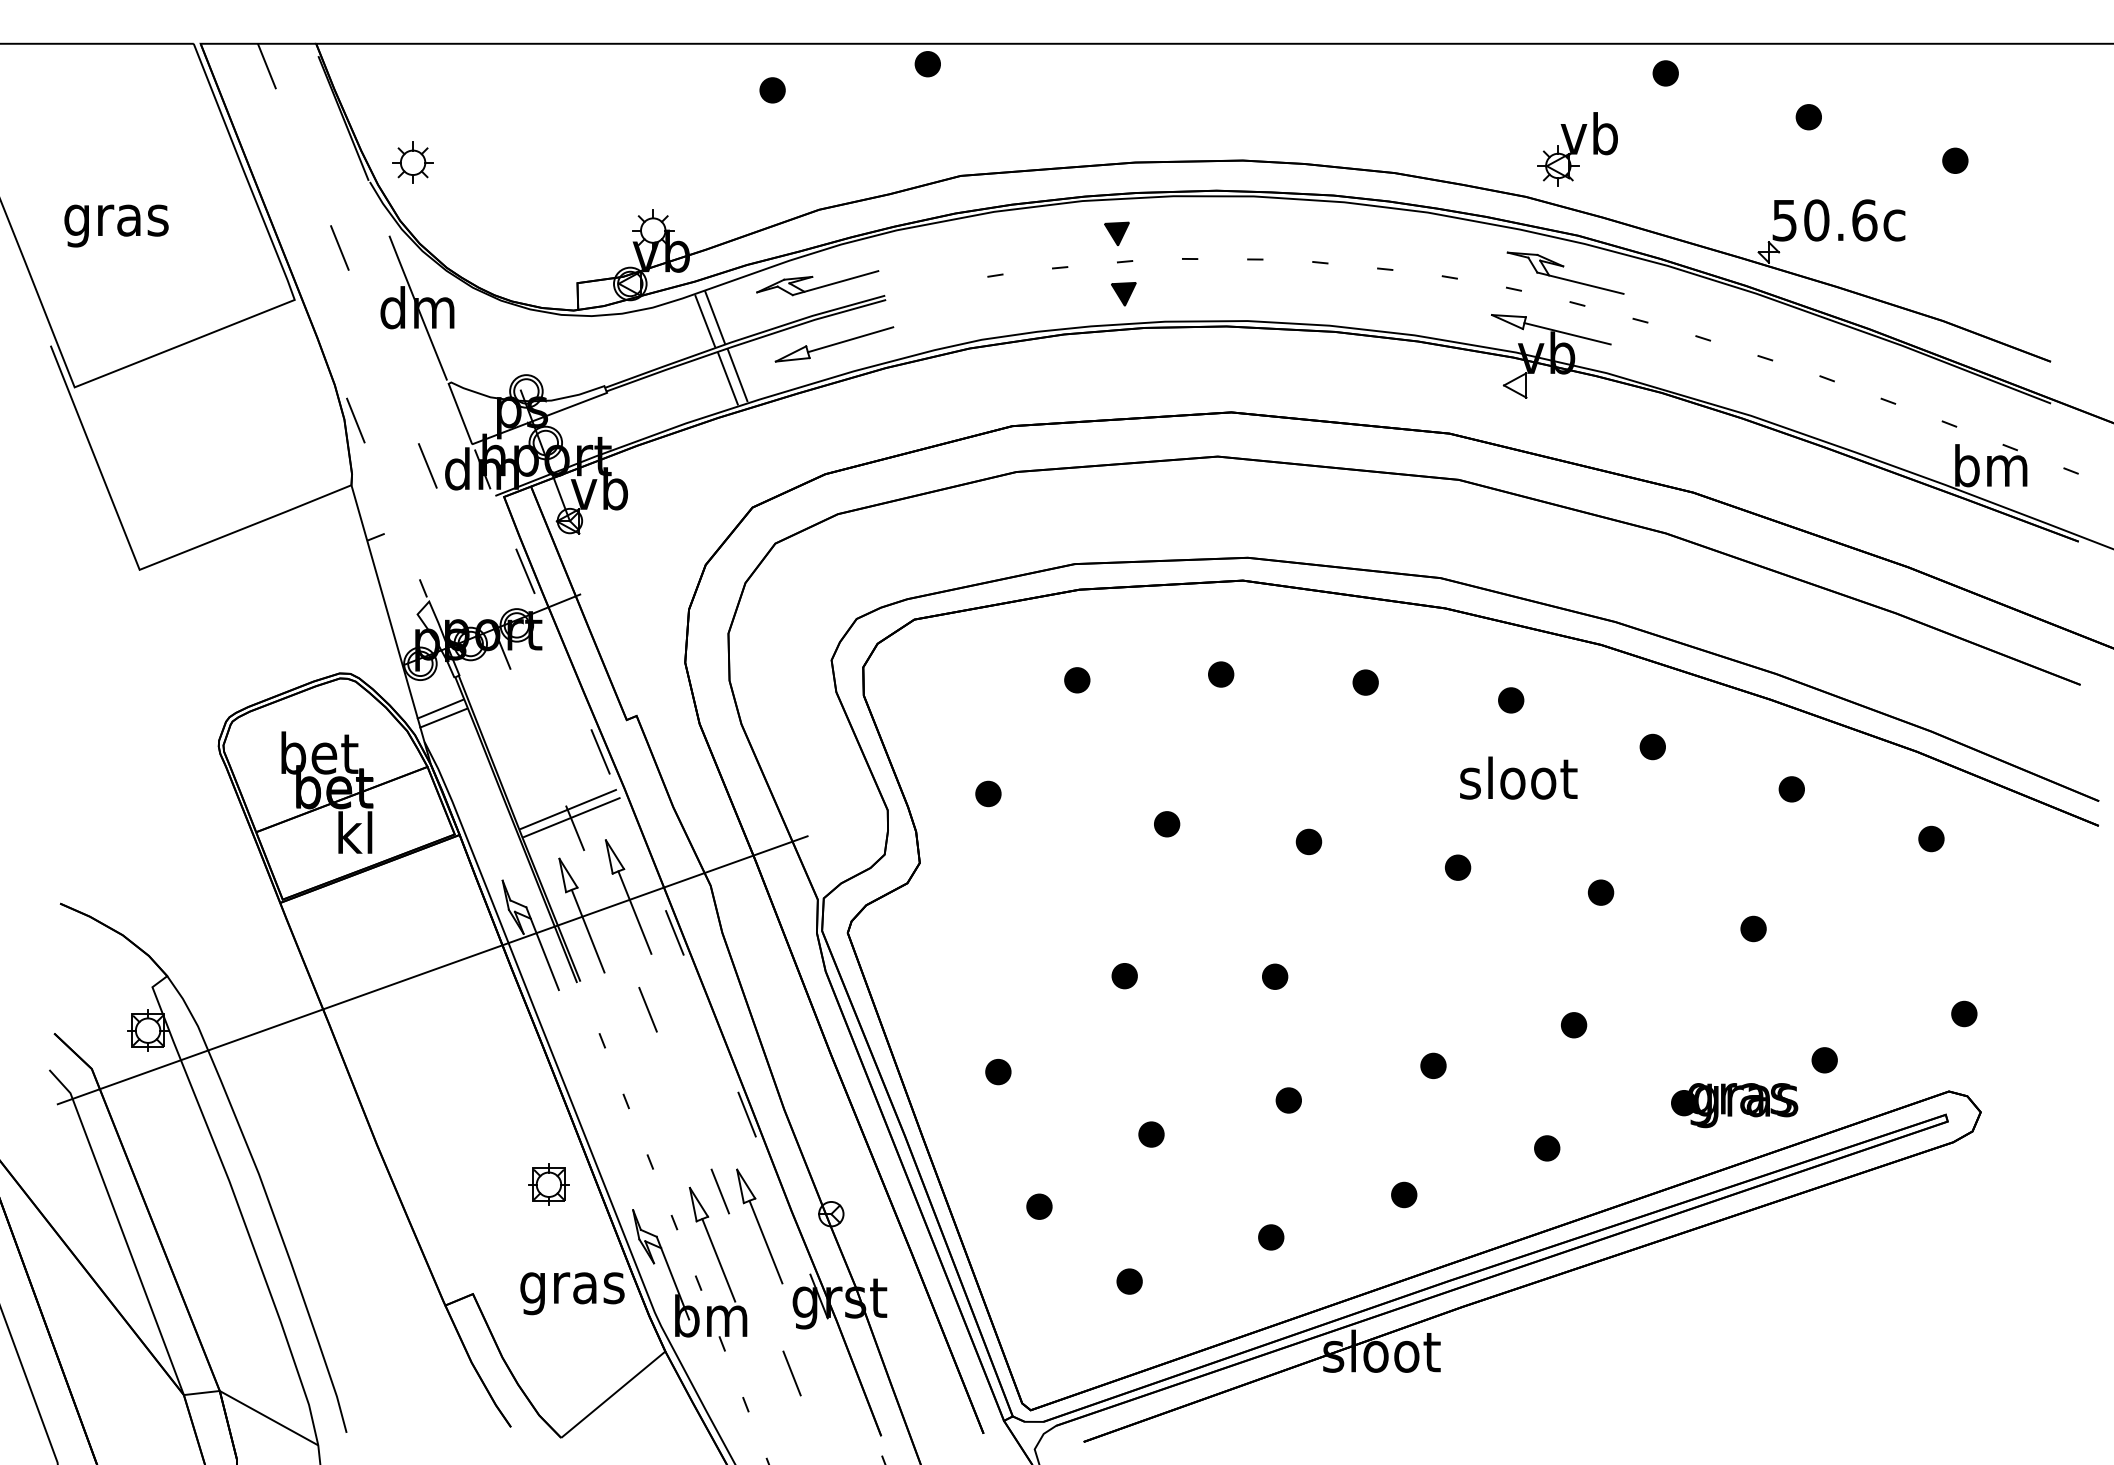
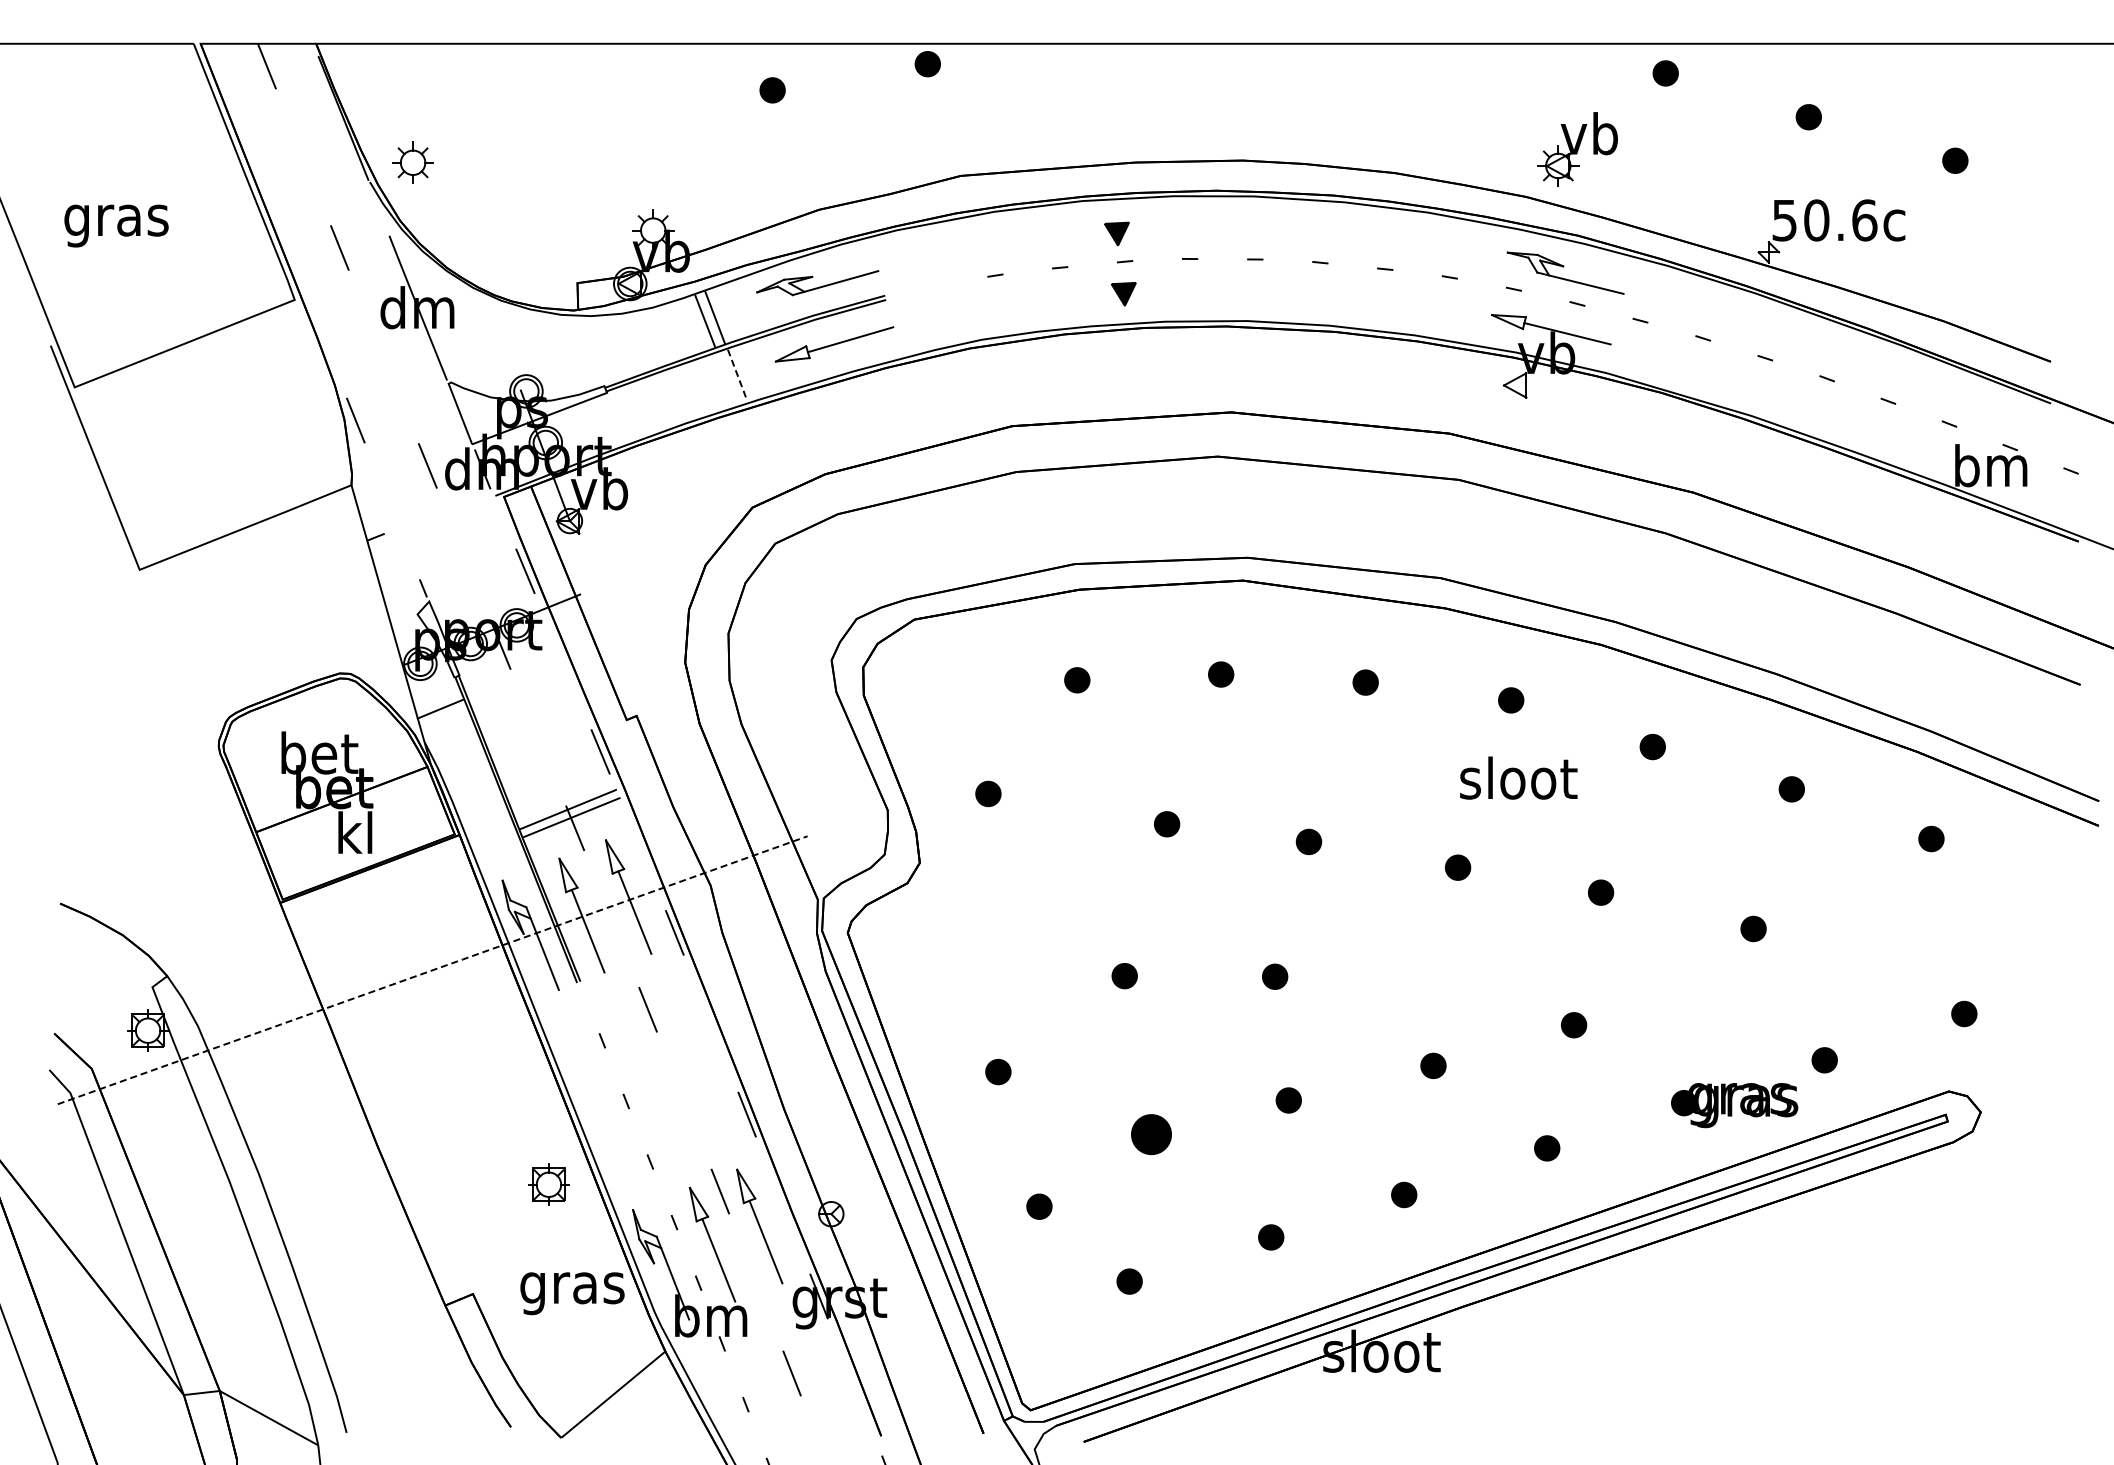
line at (737, 375): solid -> dashed
line at (727, 378): present -> none
line at (443, 717): present -> none
line at (433, 970): solid -> dashed
part at (1151, 1134) size: 27x27 px -> 41x42 px
